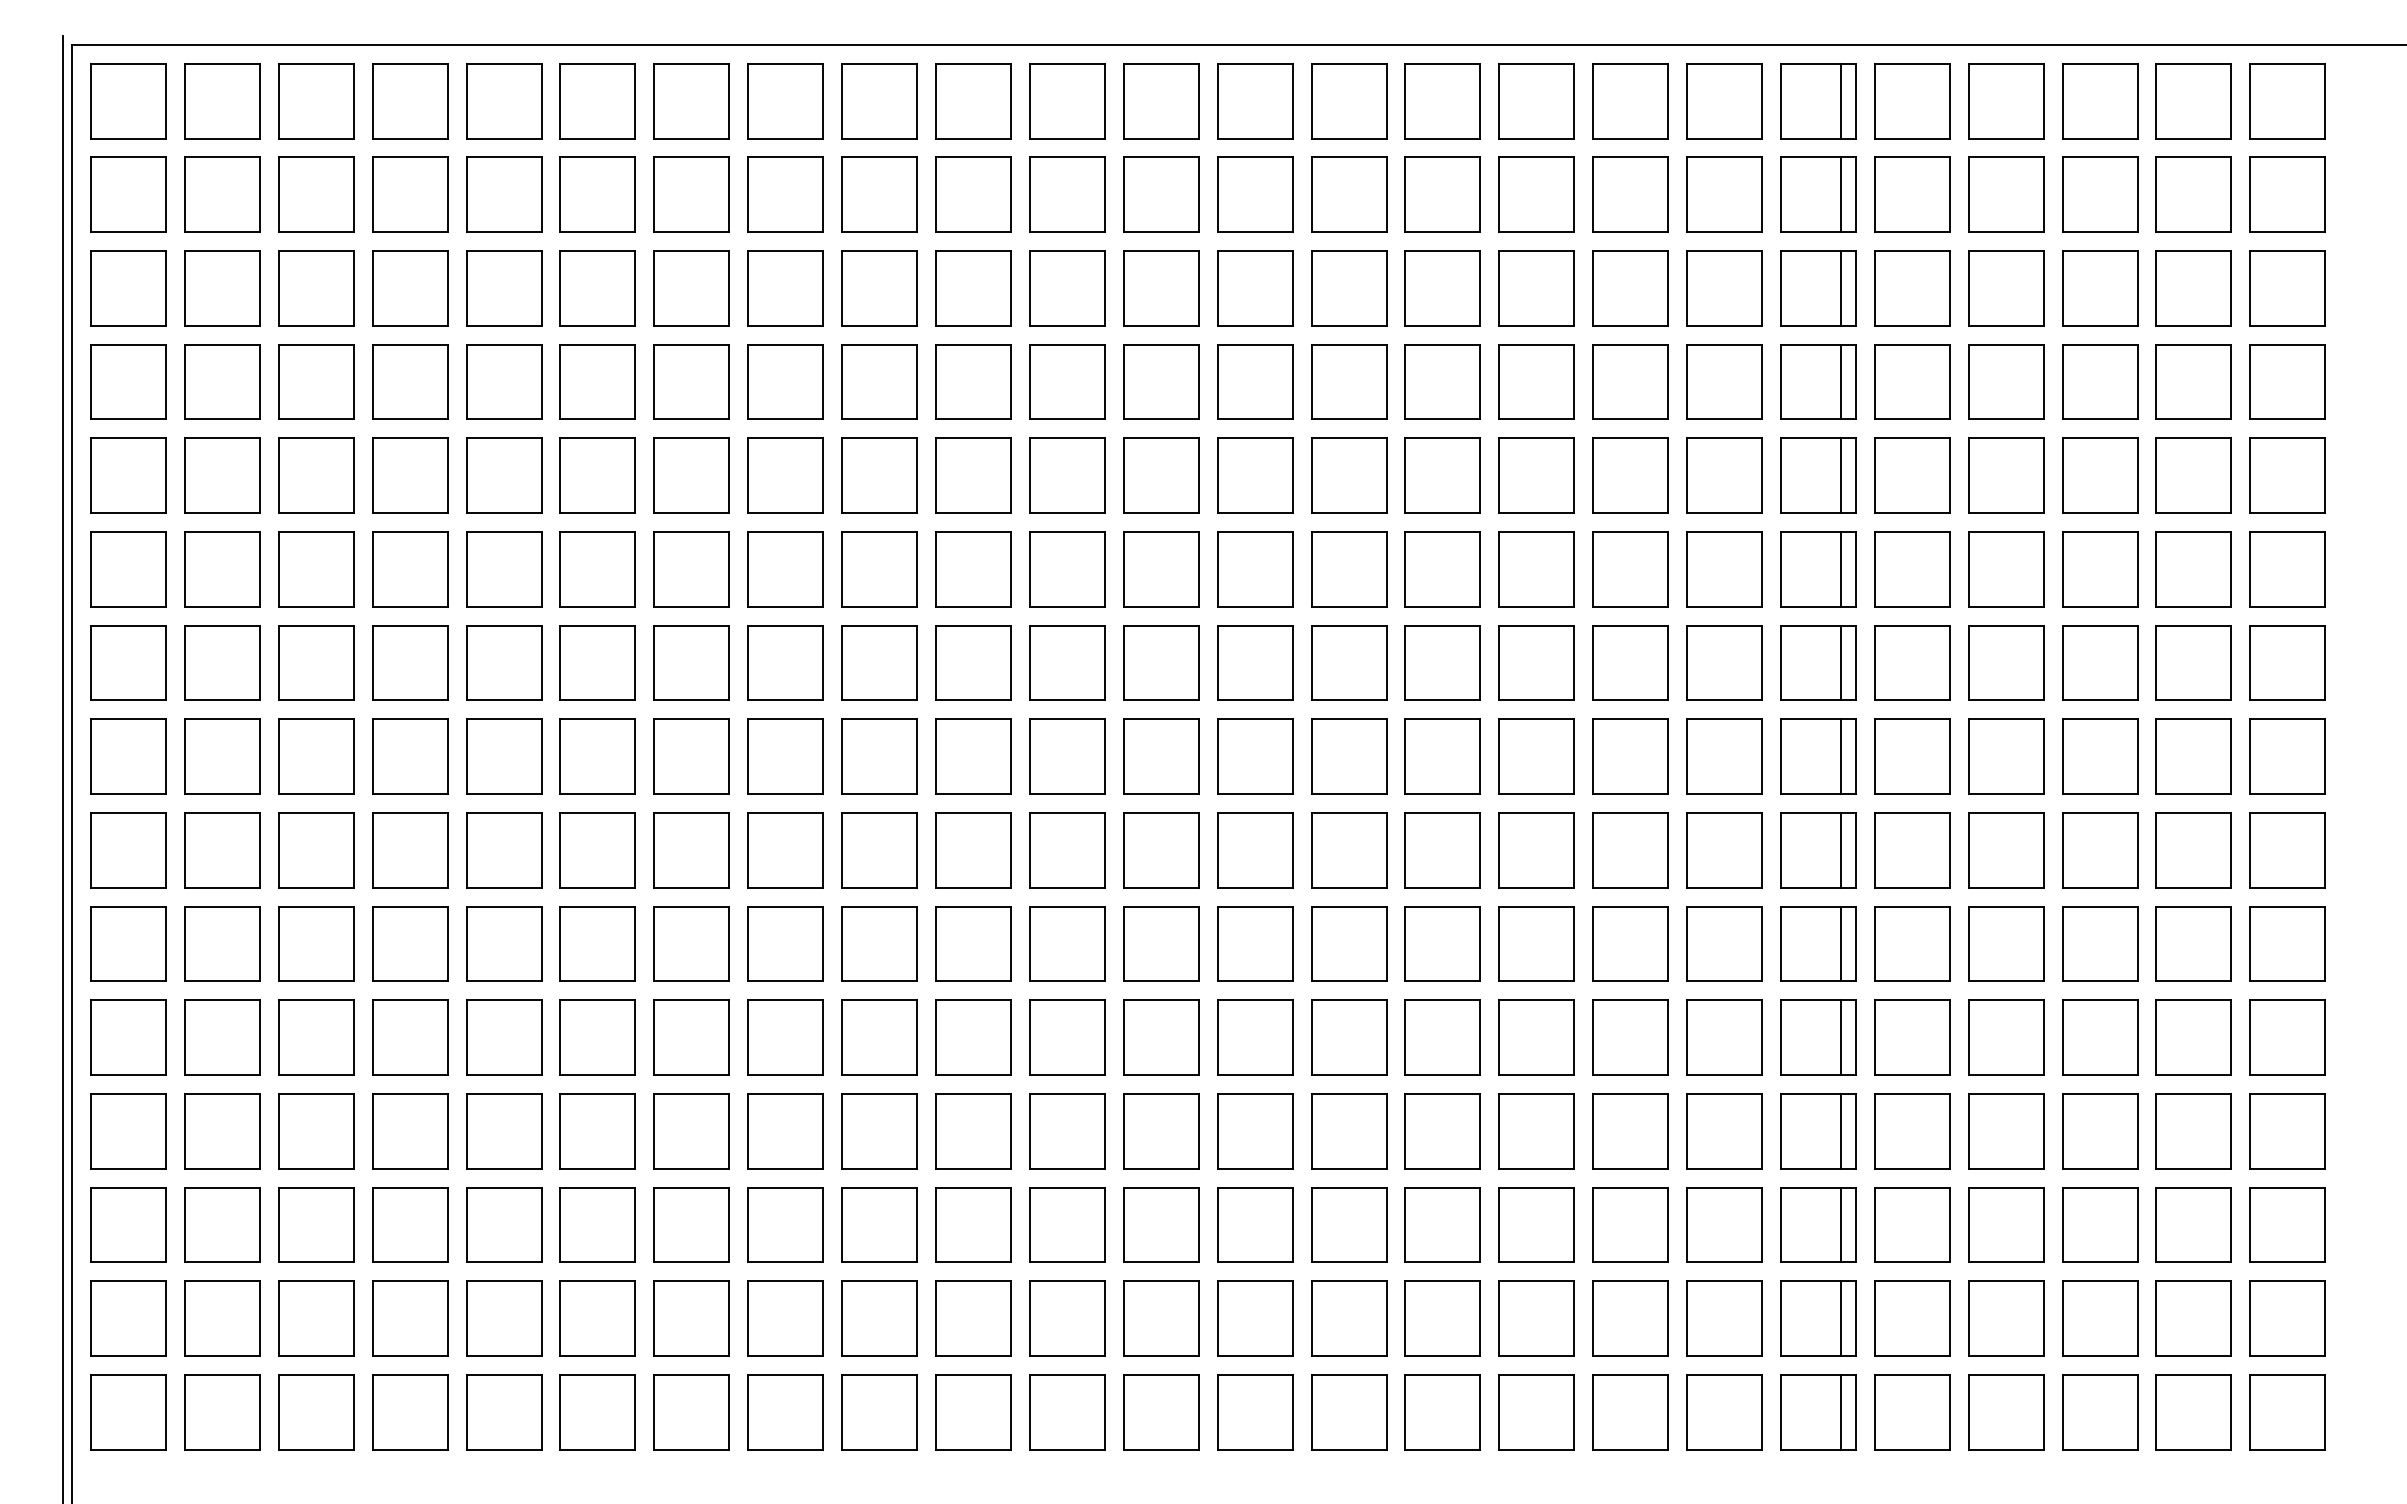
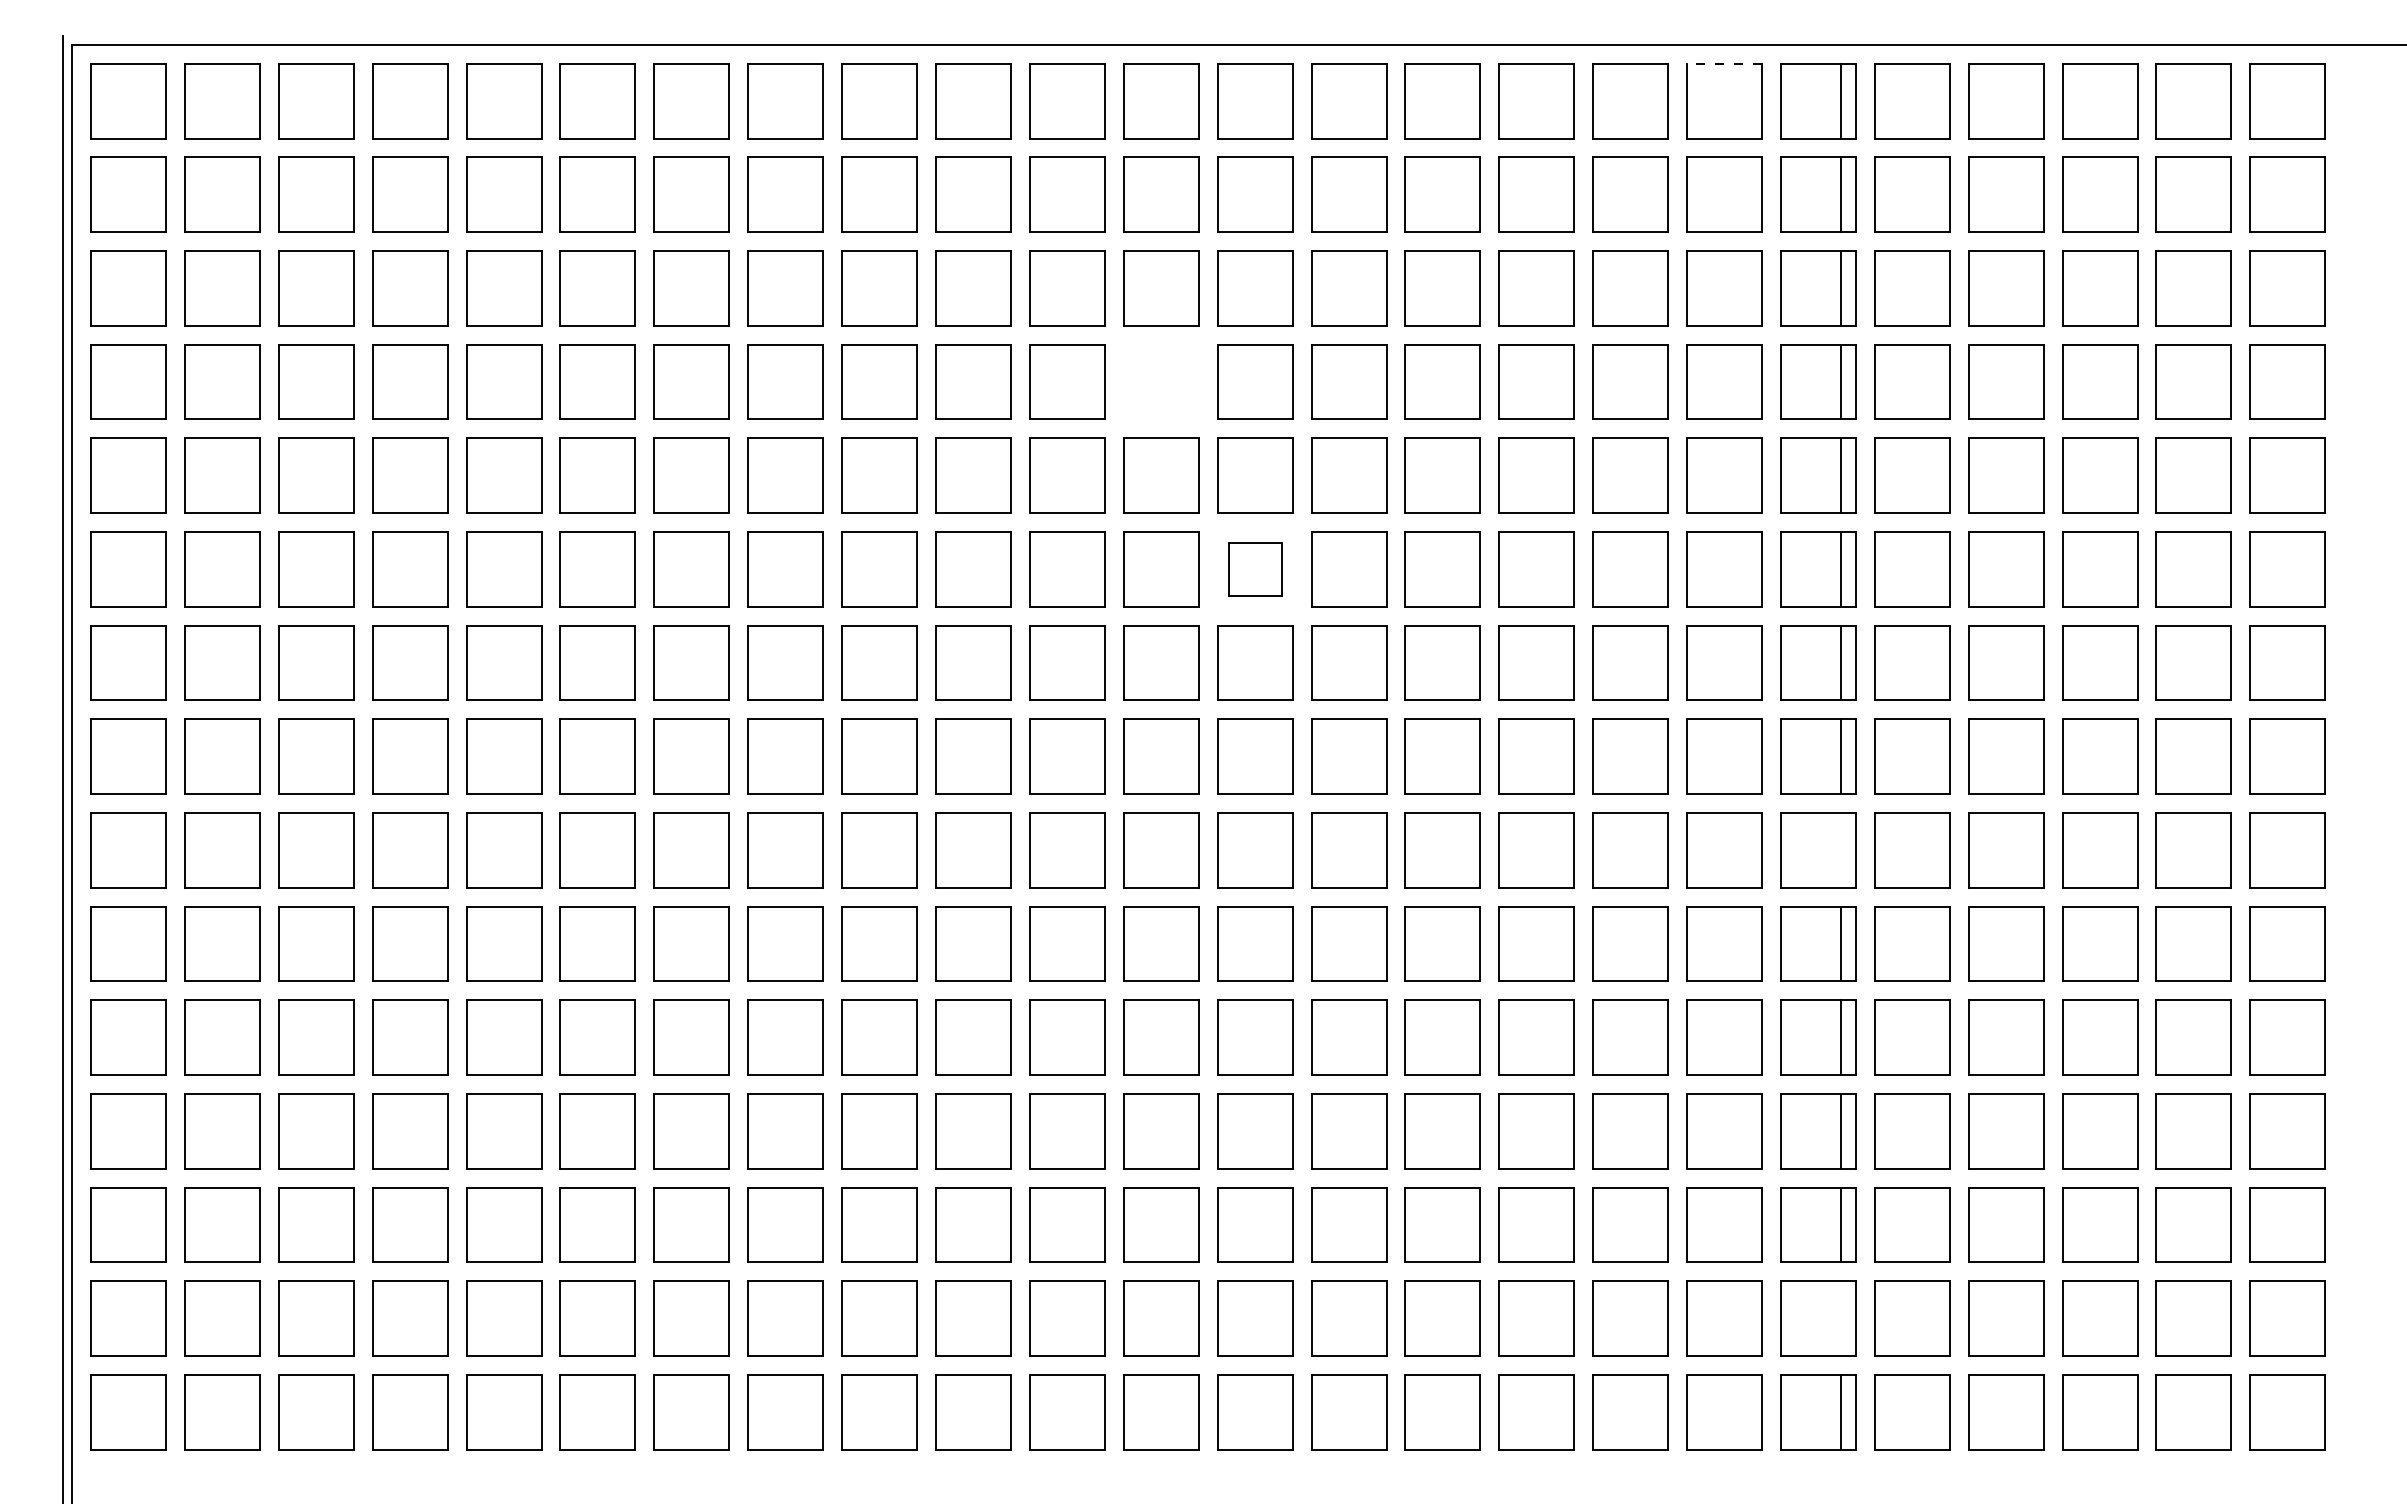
line at (1724, 63): solid -> dashed
part at (1161, 381): present -> none
part at (1255, 569) size: 77x77 px -> 55x55 px
line at (1841, 849): present -> none
line at (1841, 1318): present -> none
